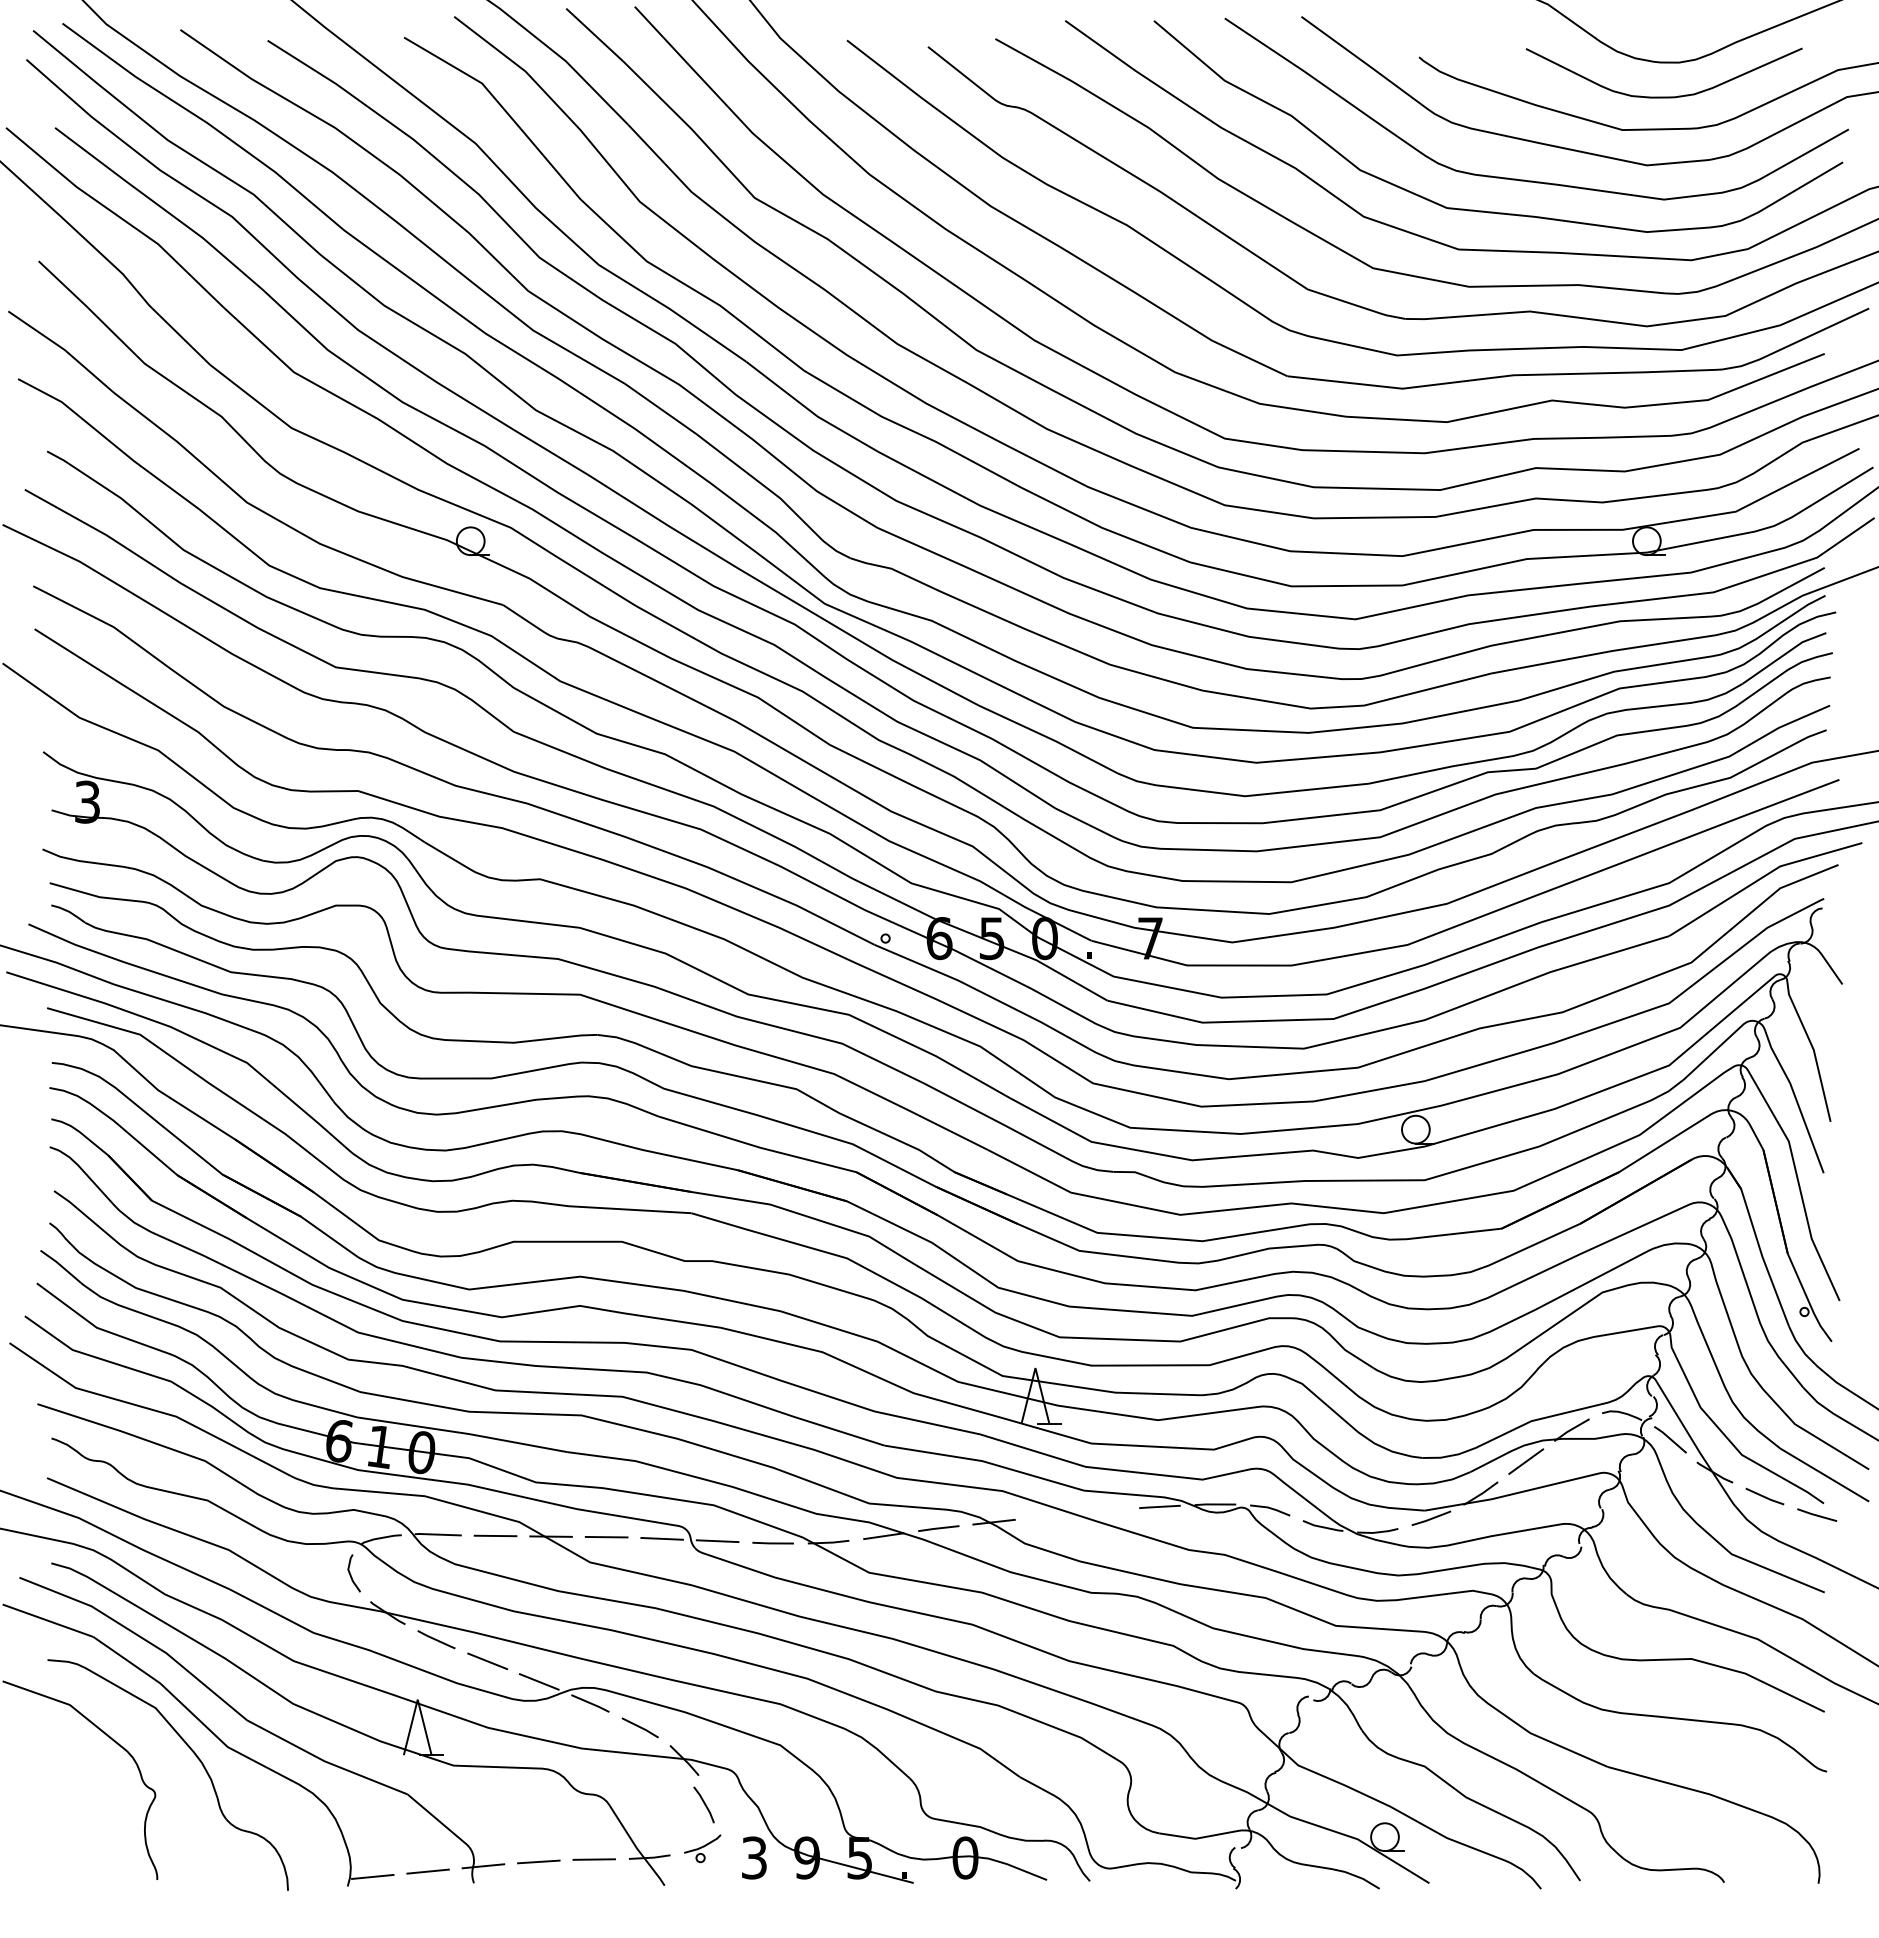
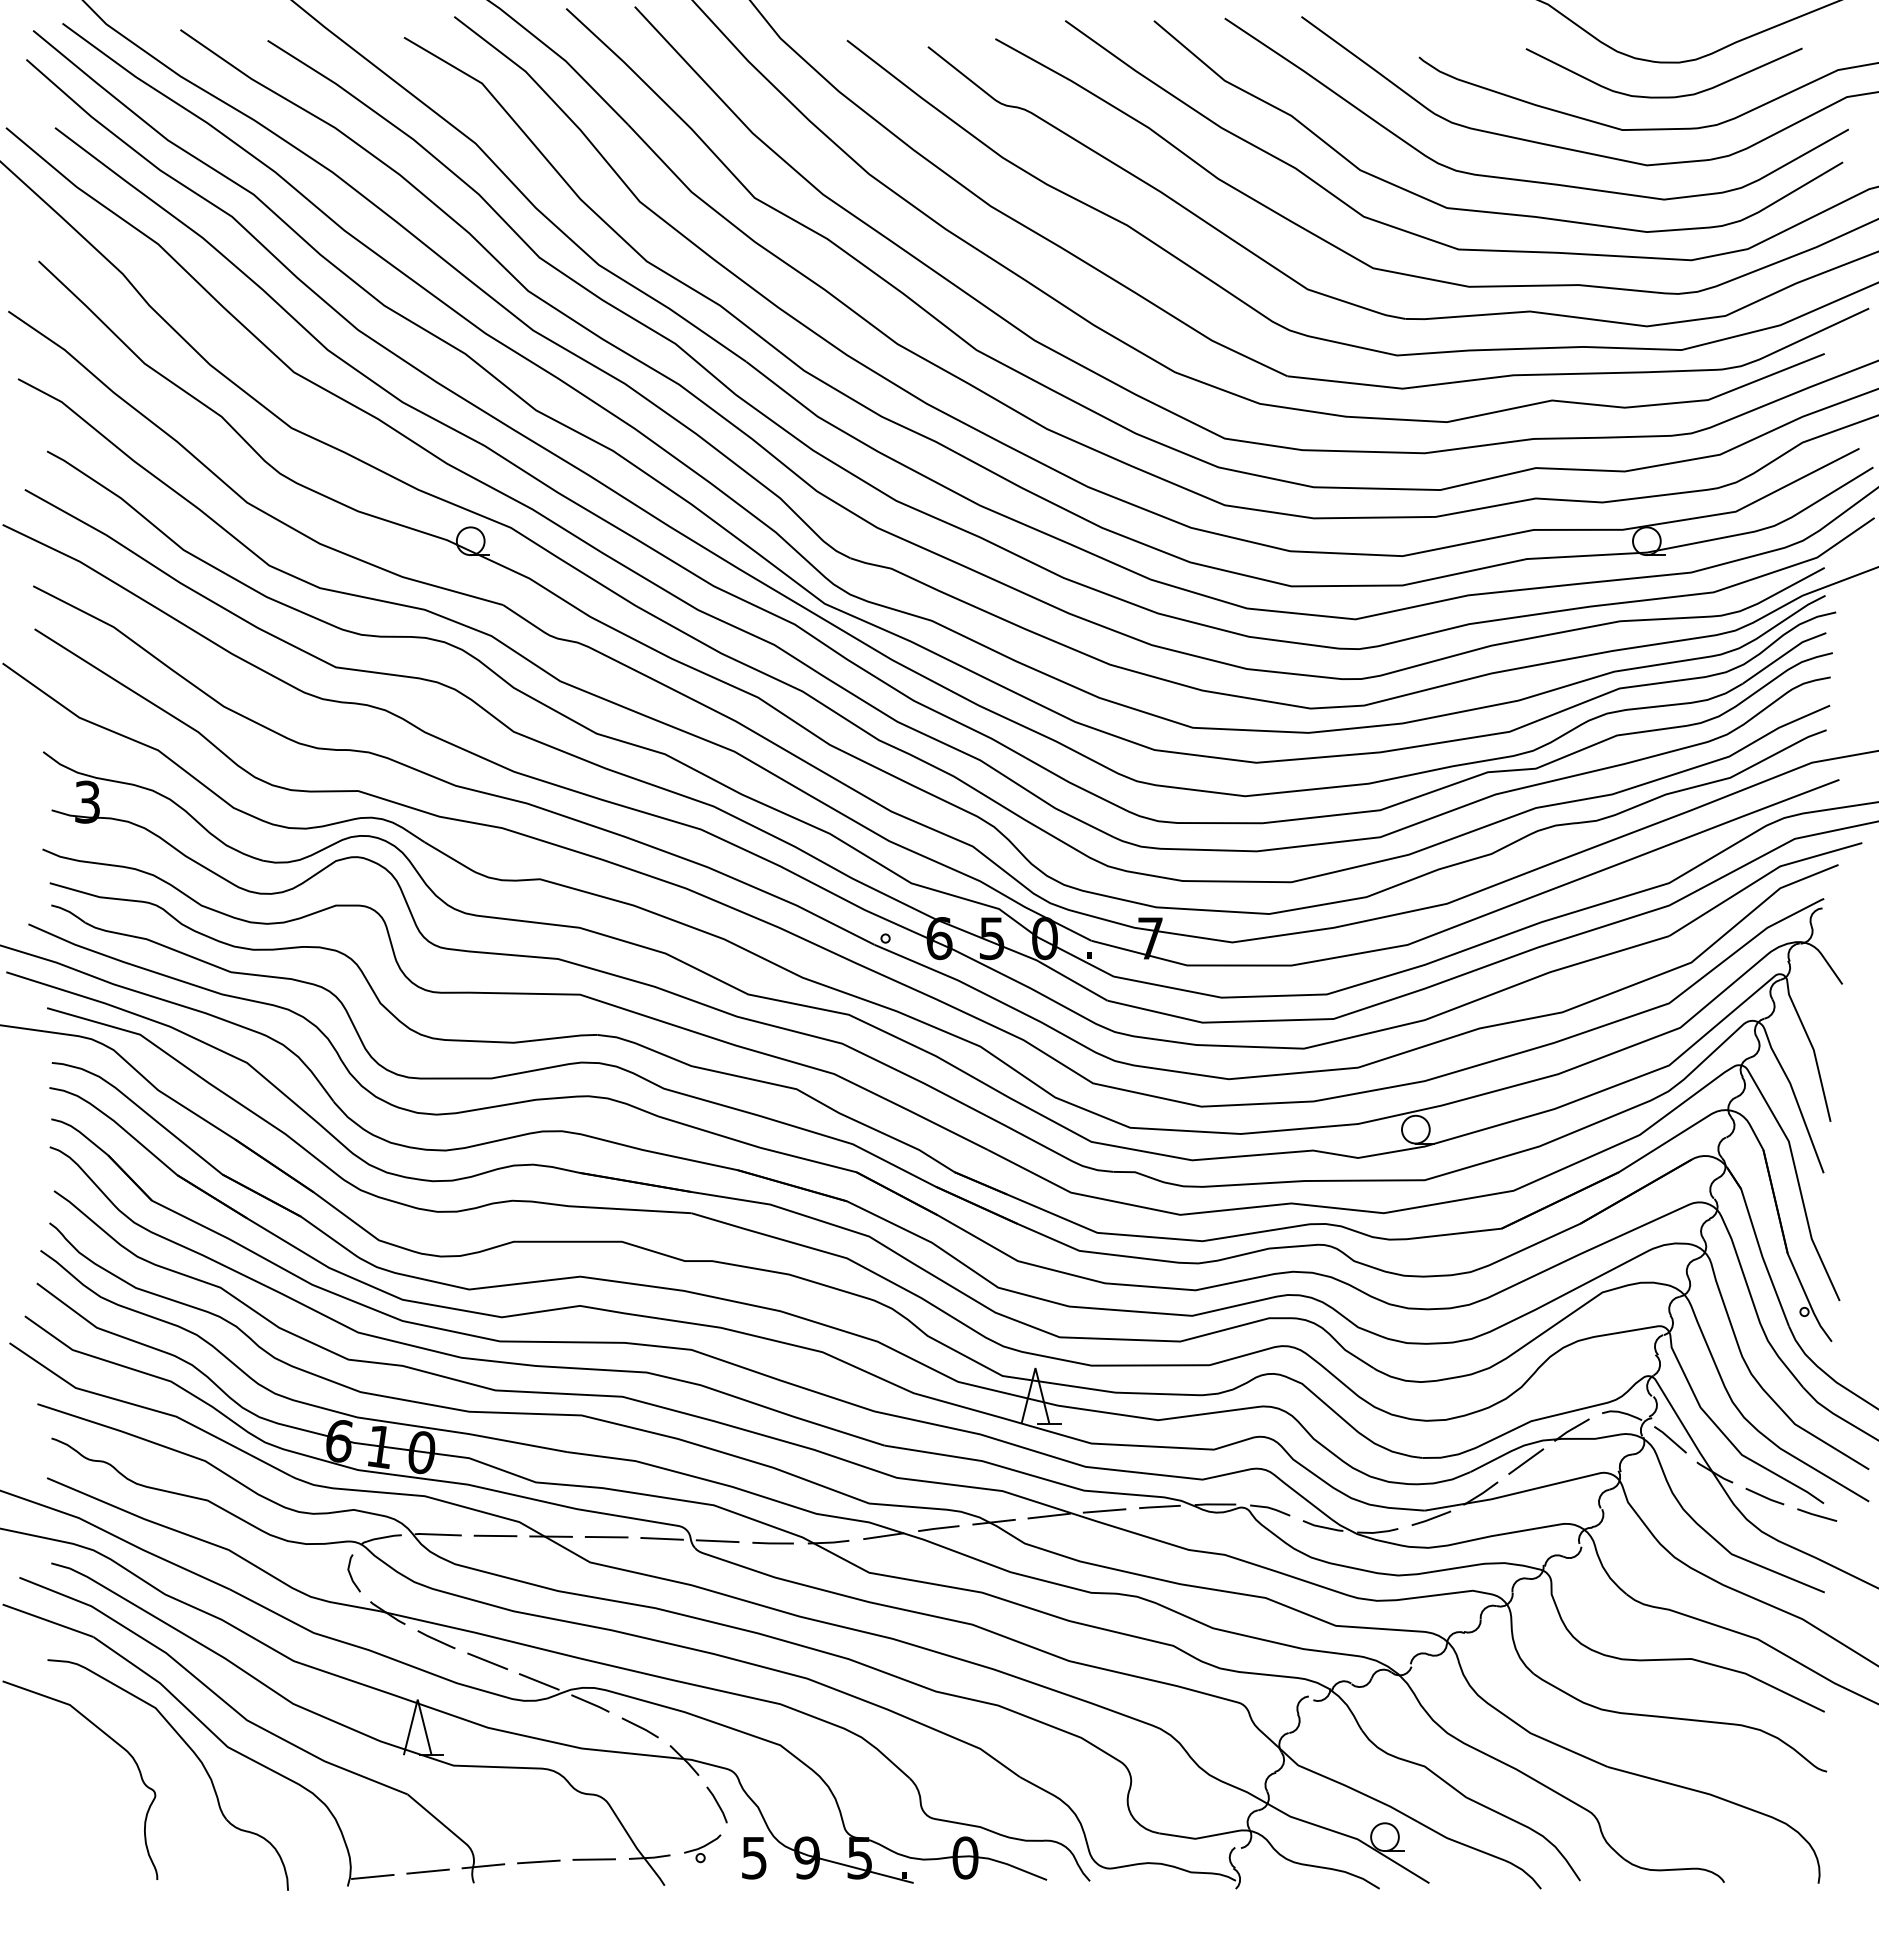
line at (1104, 1510): none -> present
line at (1048, 1515): none -> present
line at (703, 1803) position: (703, 1803) -> (716, 1803)
text at (754, 1857): 3 -> 5
